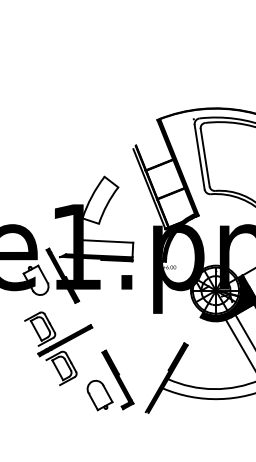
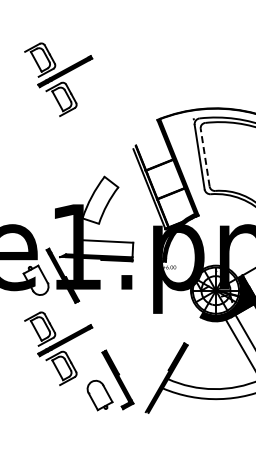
part at (58, 79): none -> present
line at (205, 157): solid -> dashed
